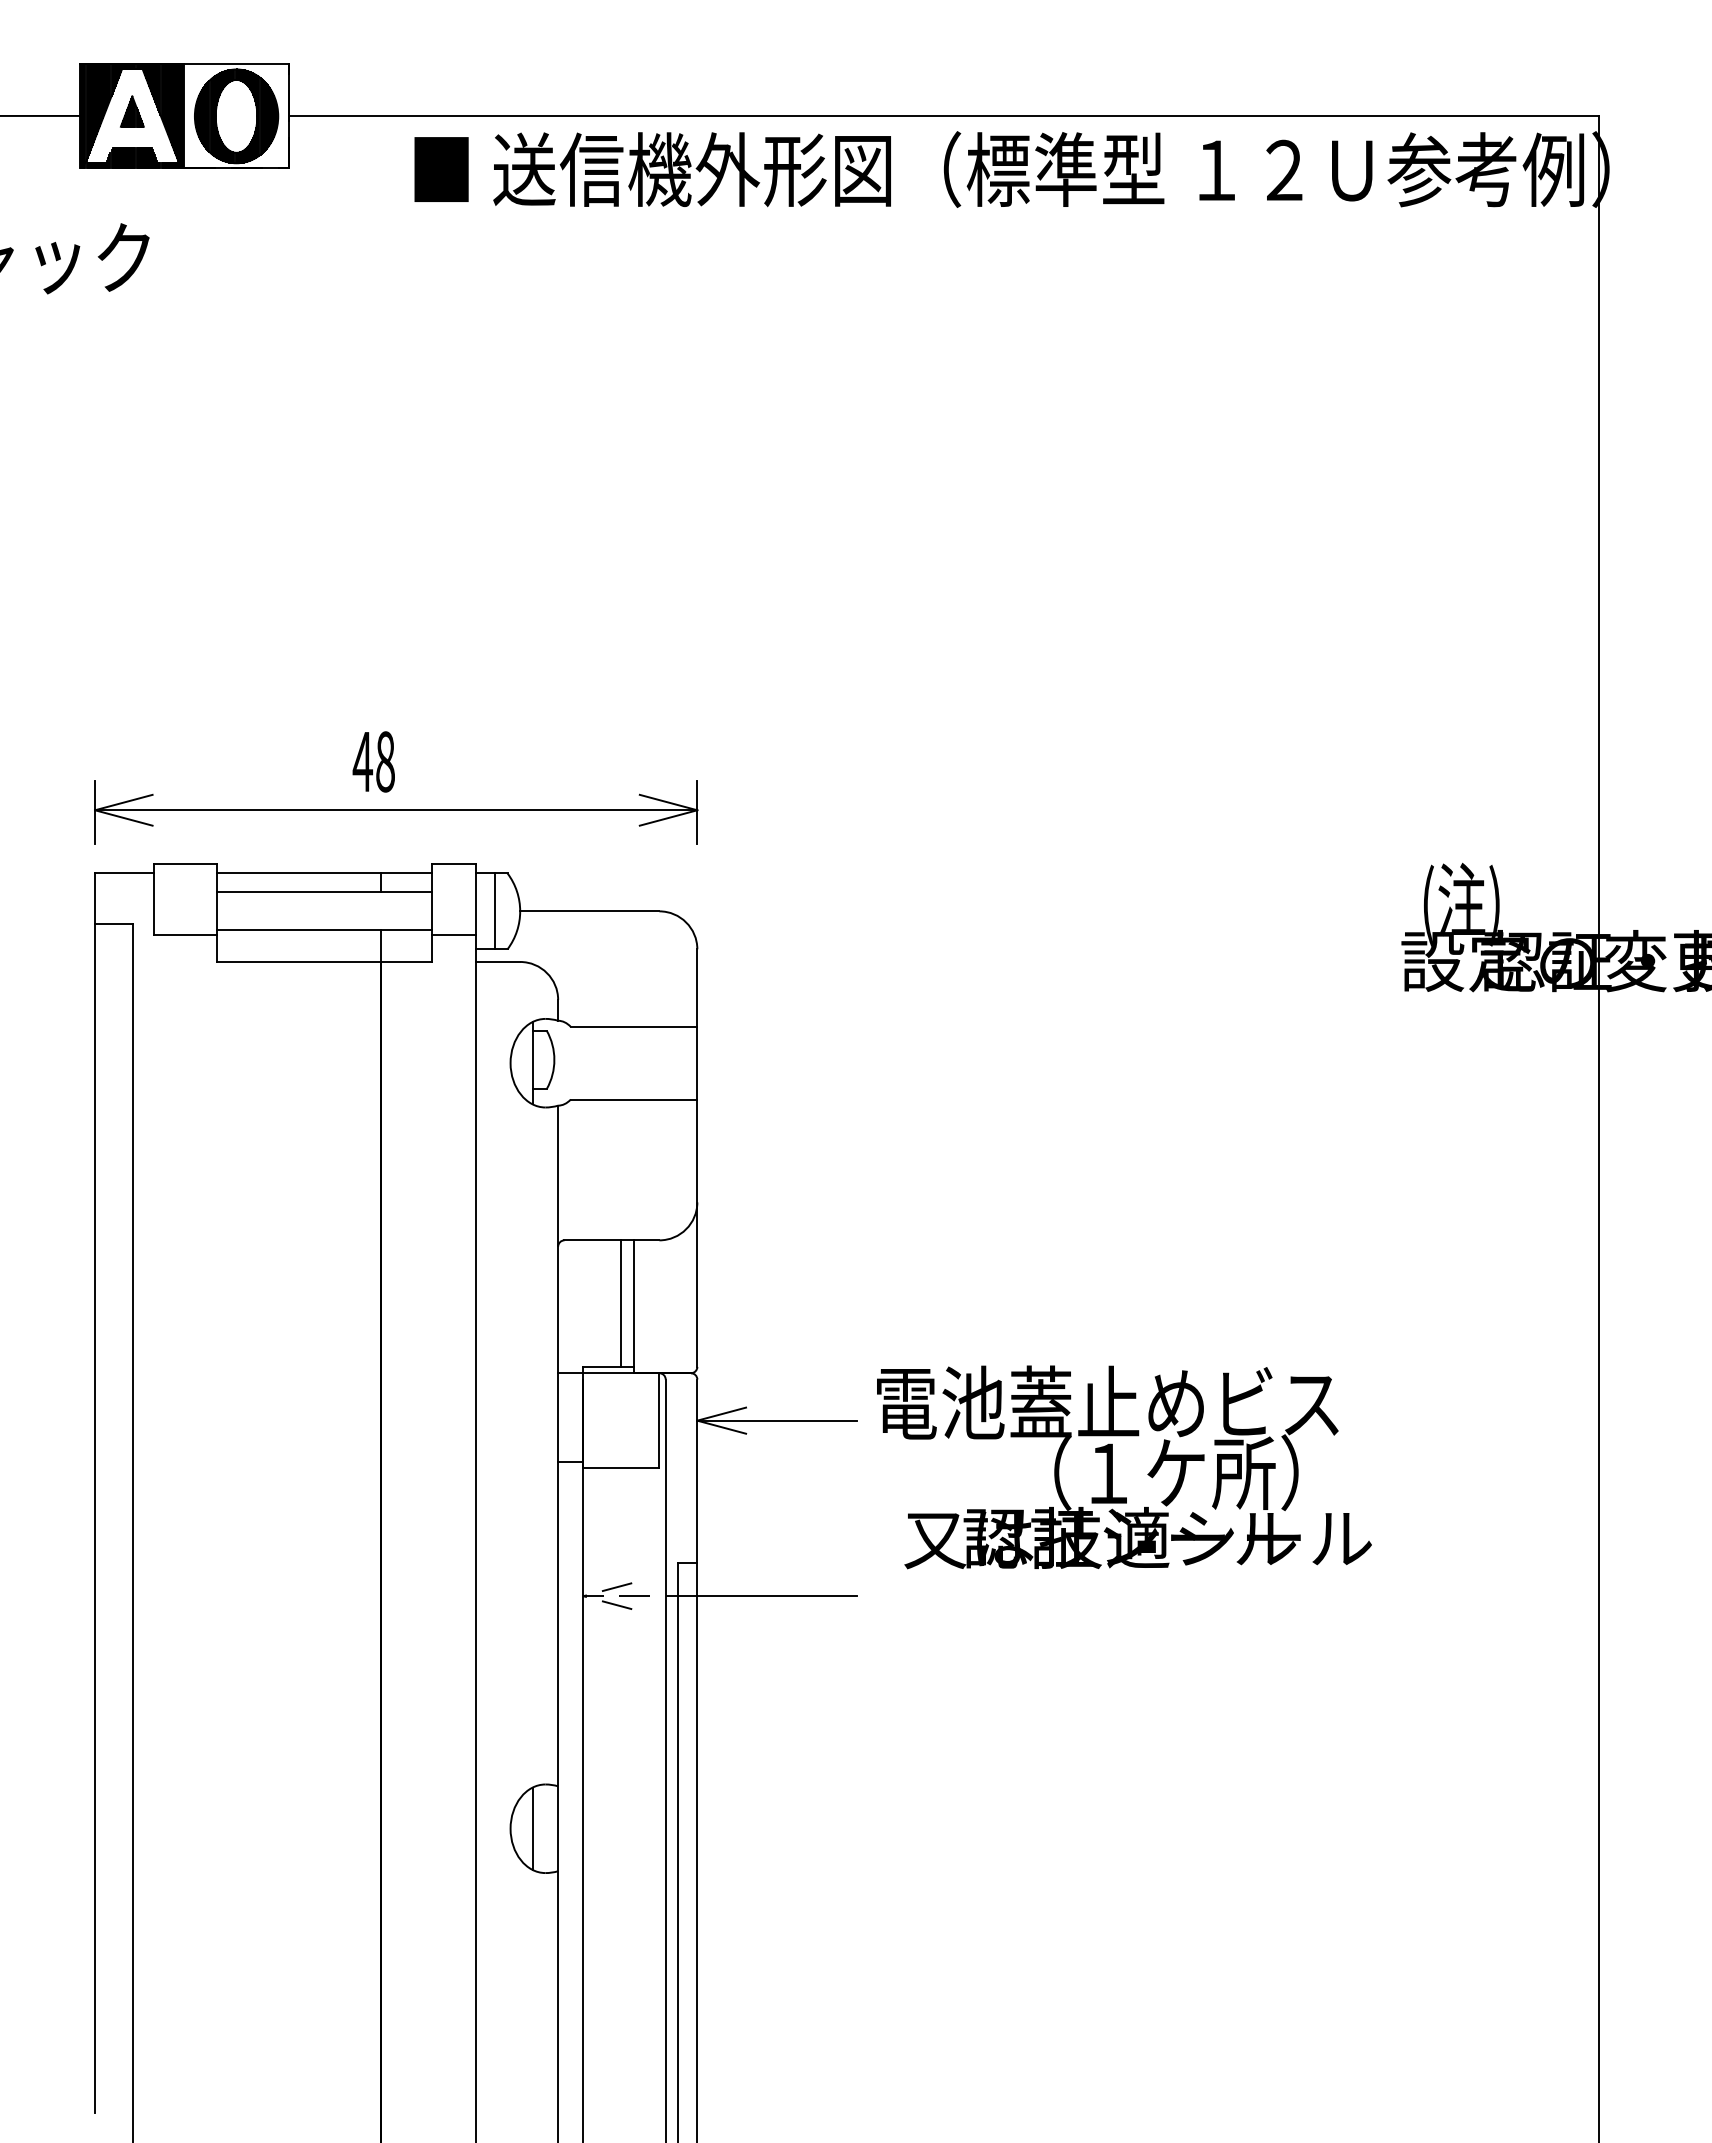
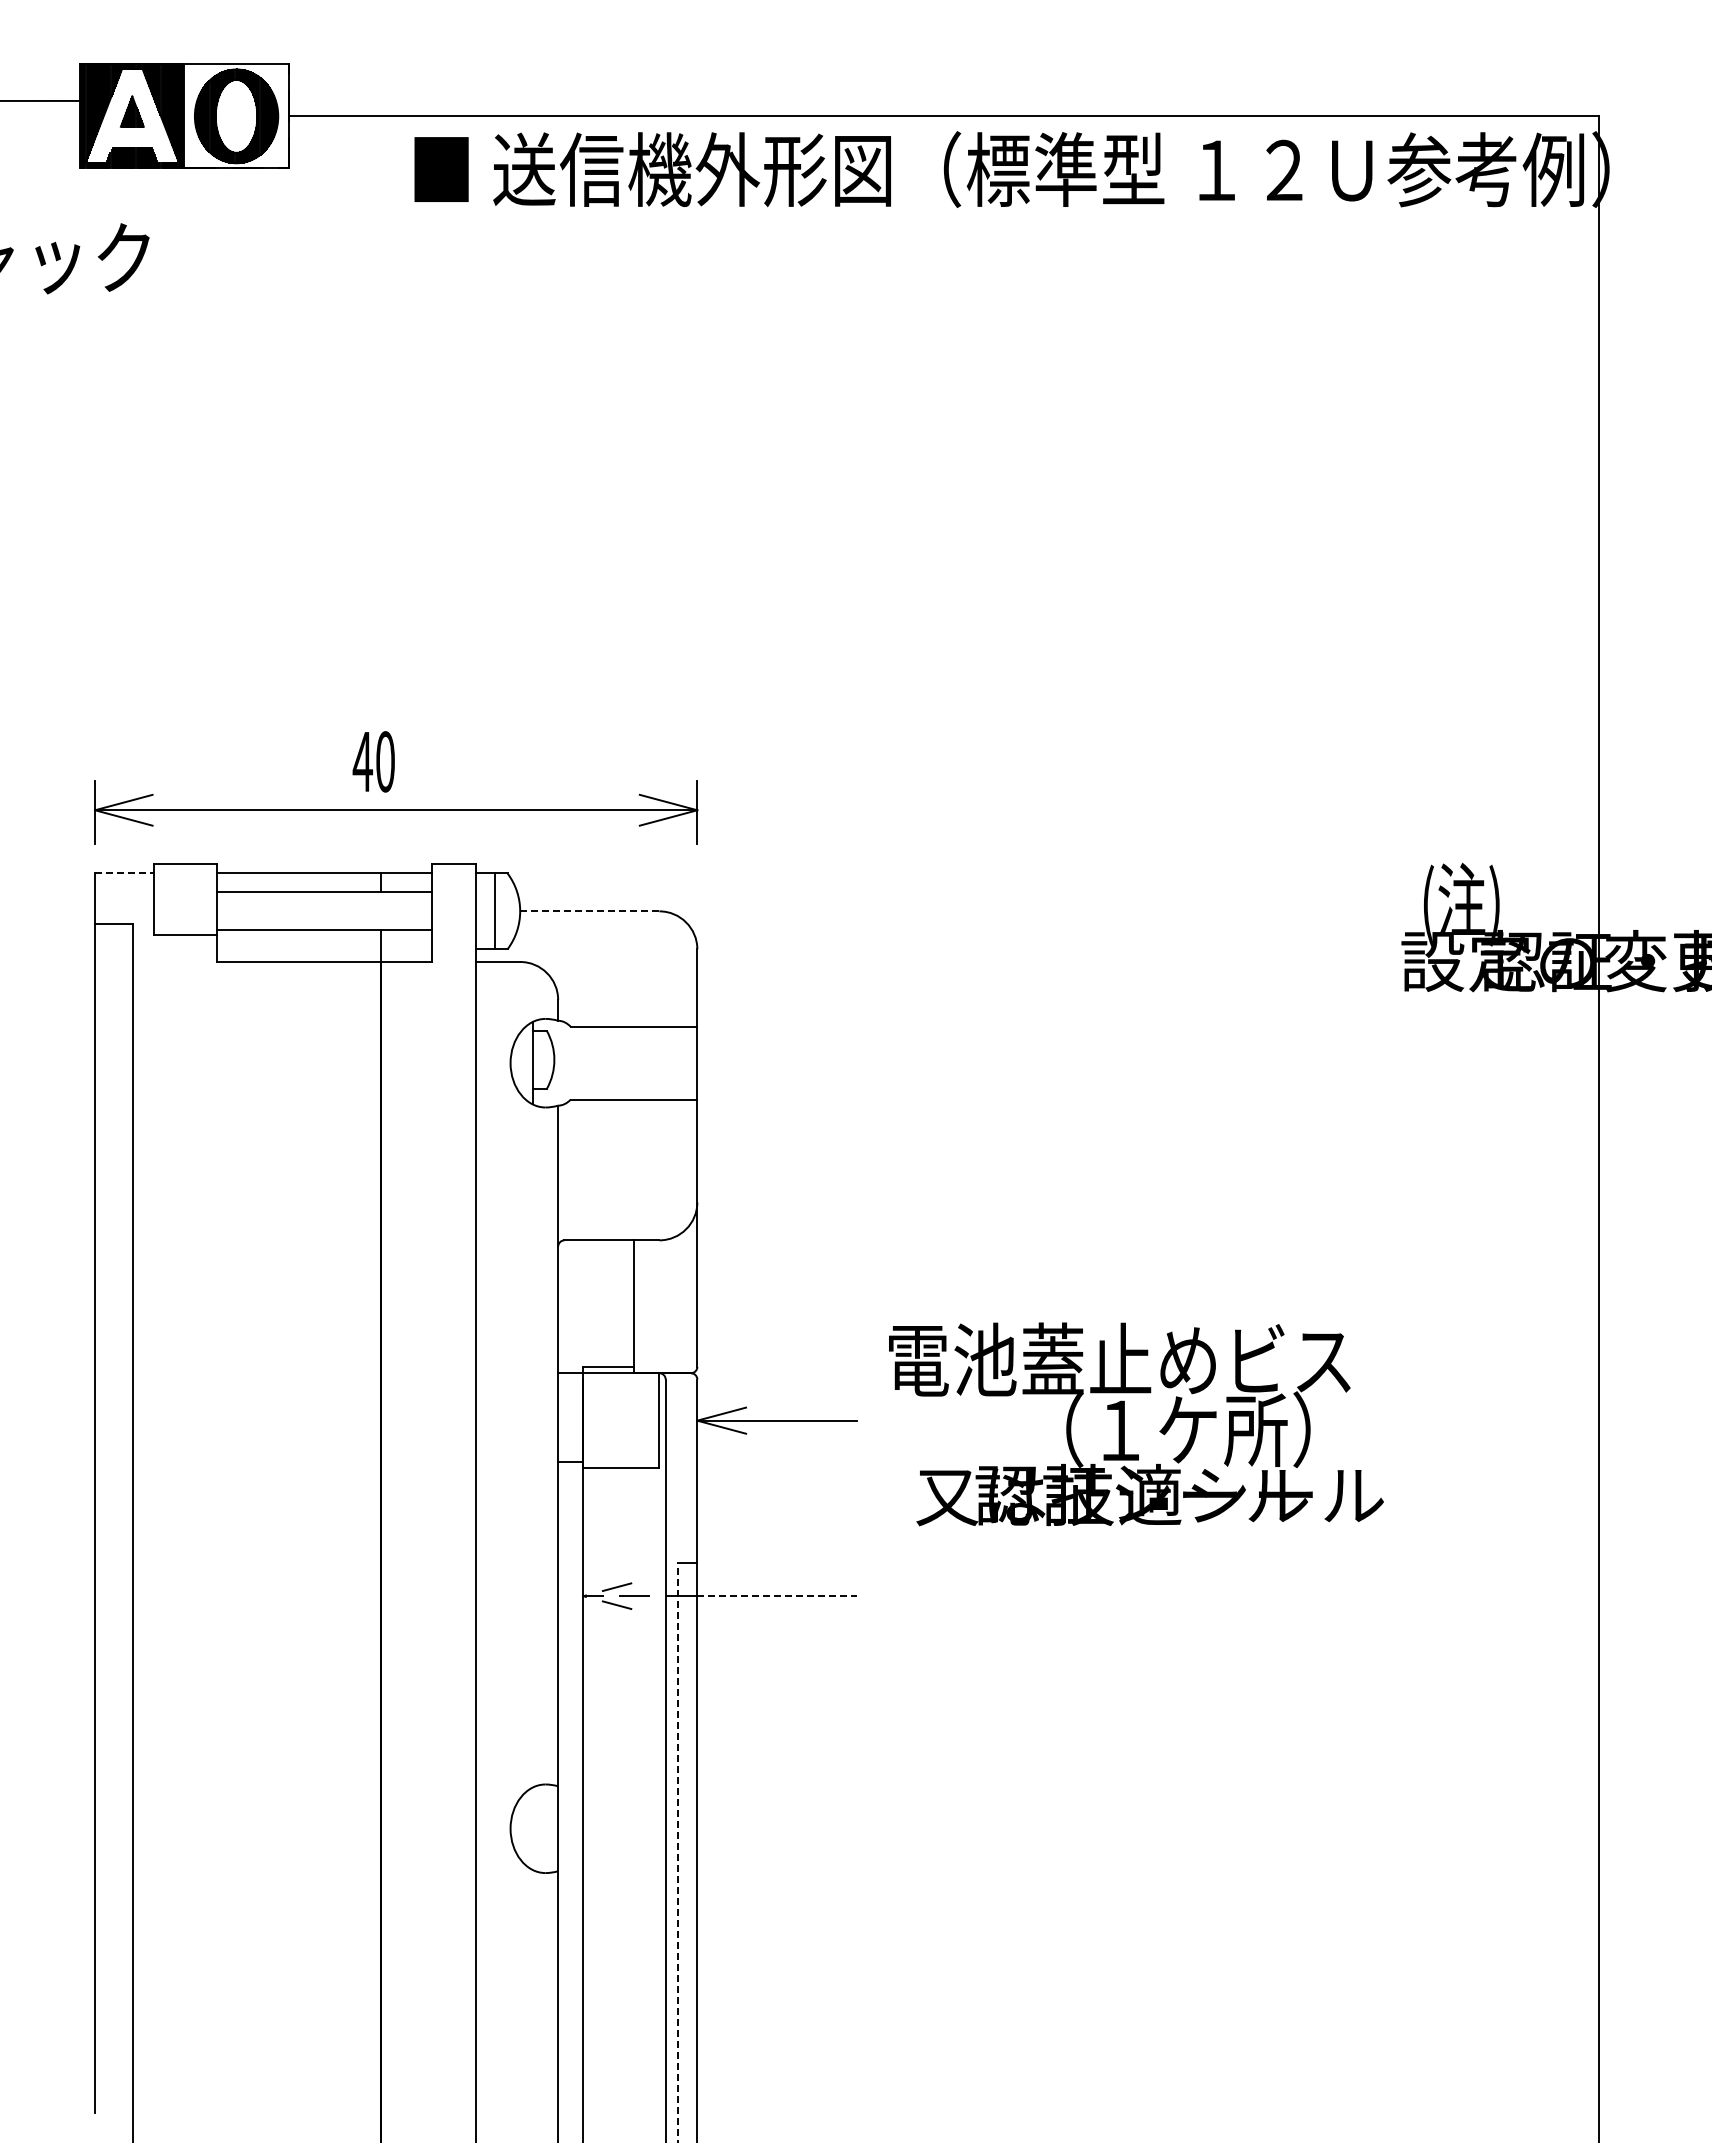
line at (42, 115) position: (42, 115) -> (42, 100)
text at (385, 761): 48 -> 40
line at (124, 873): solid -> dashed
line at (589, 911): solid -> dashed
line at (453, 935): present -> none
line at (621, 1303): present -> none
text at (1124, 1467) position: (1124, 1467) -> (1136, 1424)
line at (777, 1596): solid -> dashed
line at (532, 1828): present -> none
line at (678, 1853): solid -> dashed
